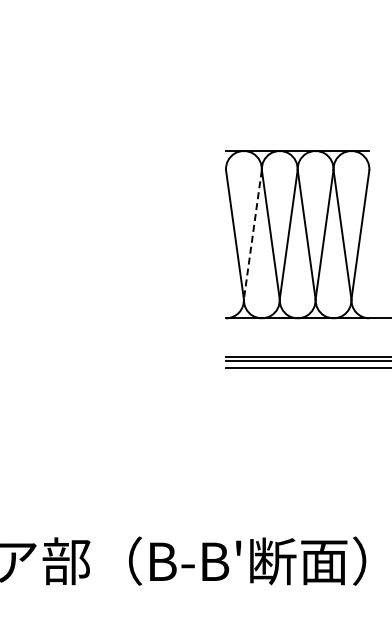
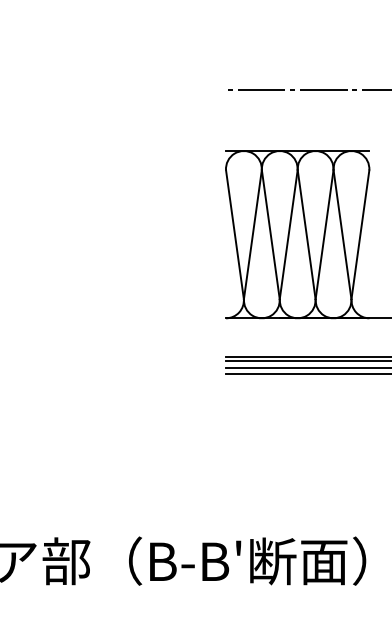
line at (307, 90): none -> present
line at (252, 234): dashed -> solid
line at (307, 374): none -> present
